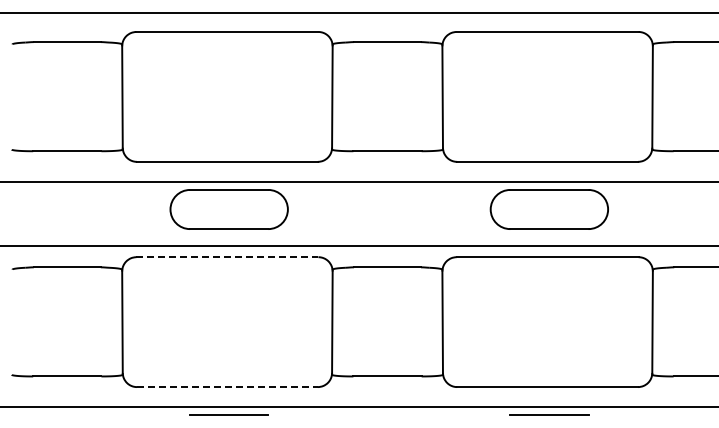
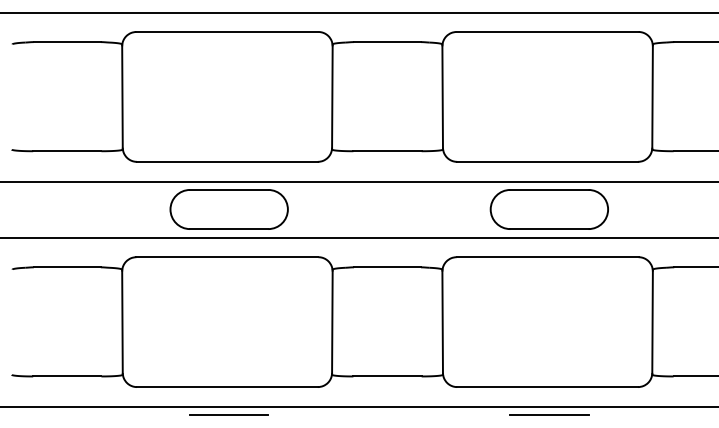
line at (358, 245) position: (358, 245) -> (358, 237)
line at (227, 257): dashed -> solid
line at (227, 387): dashed -> solid
